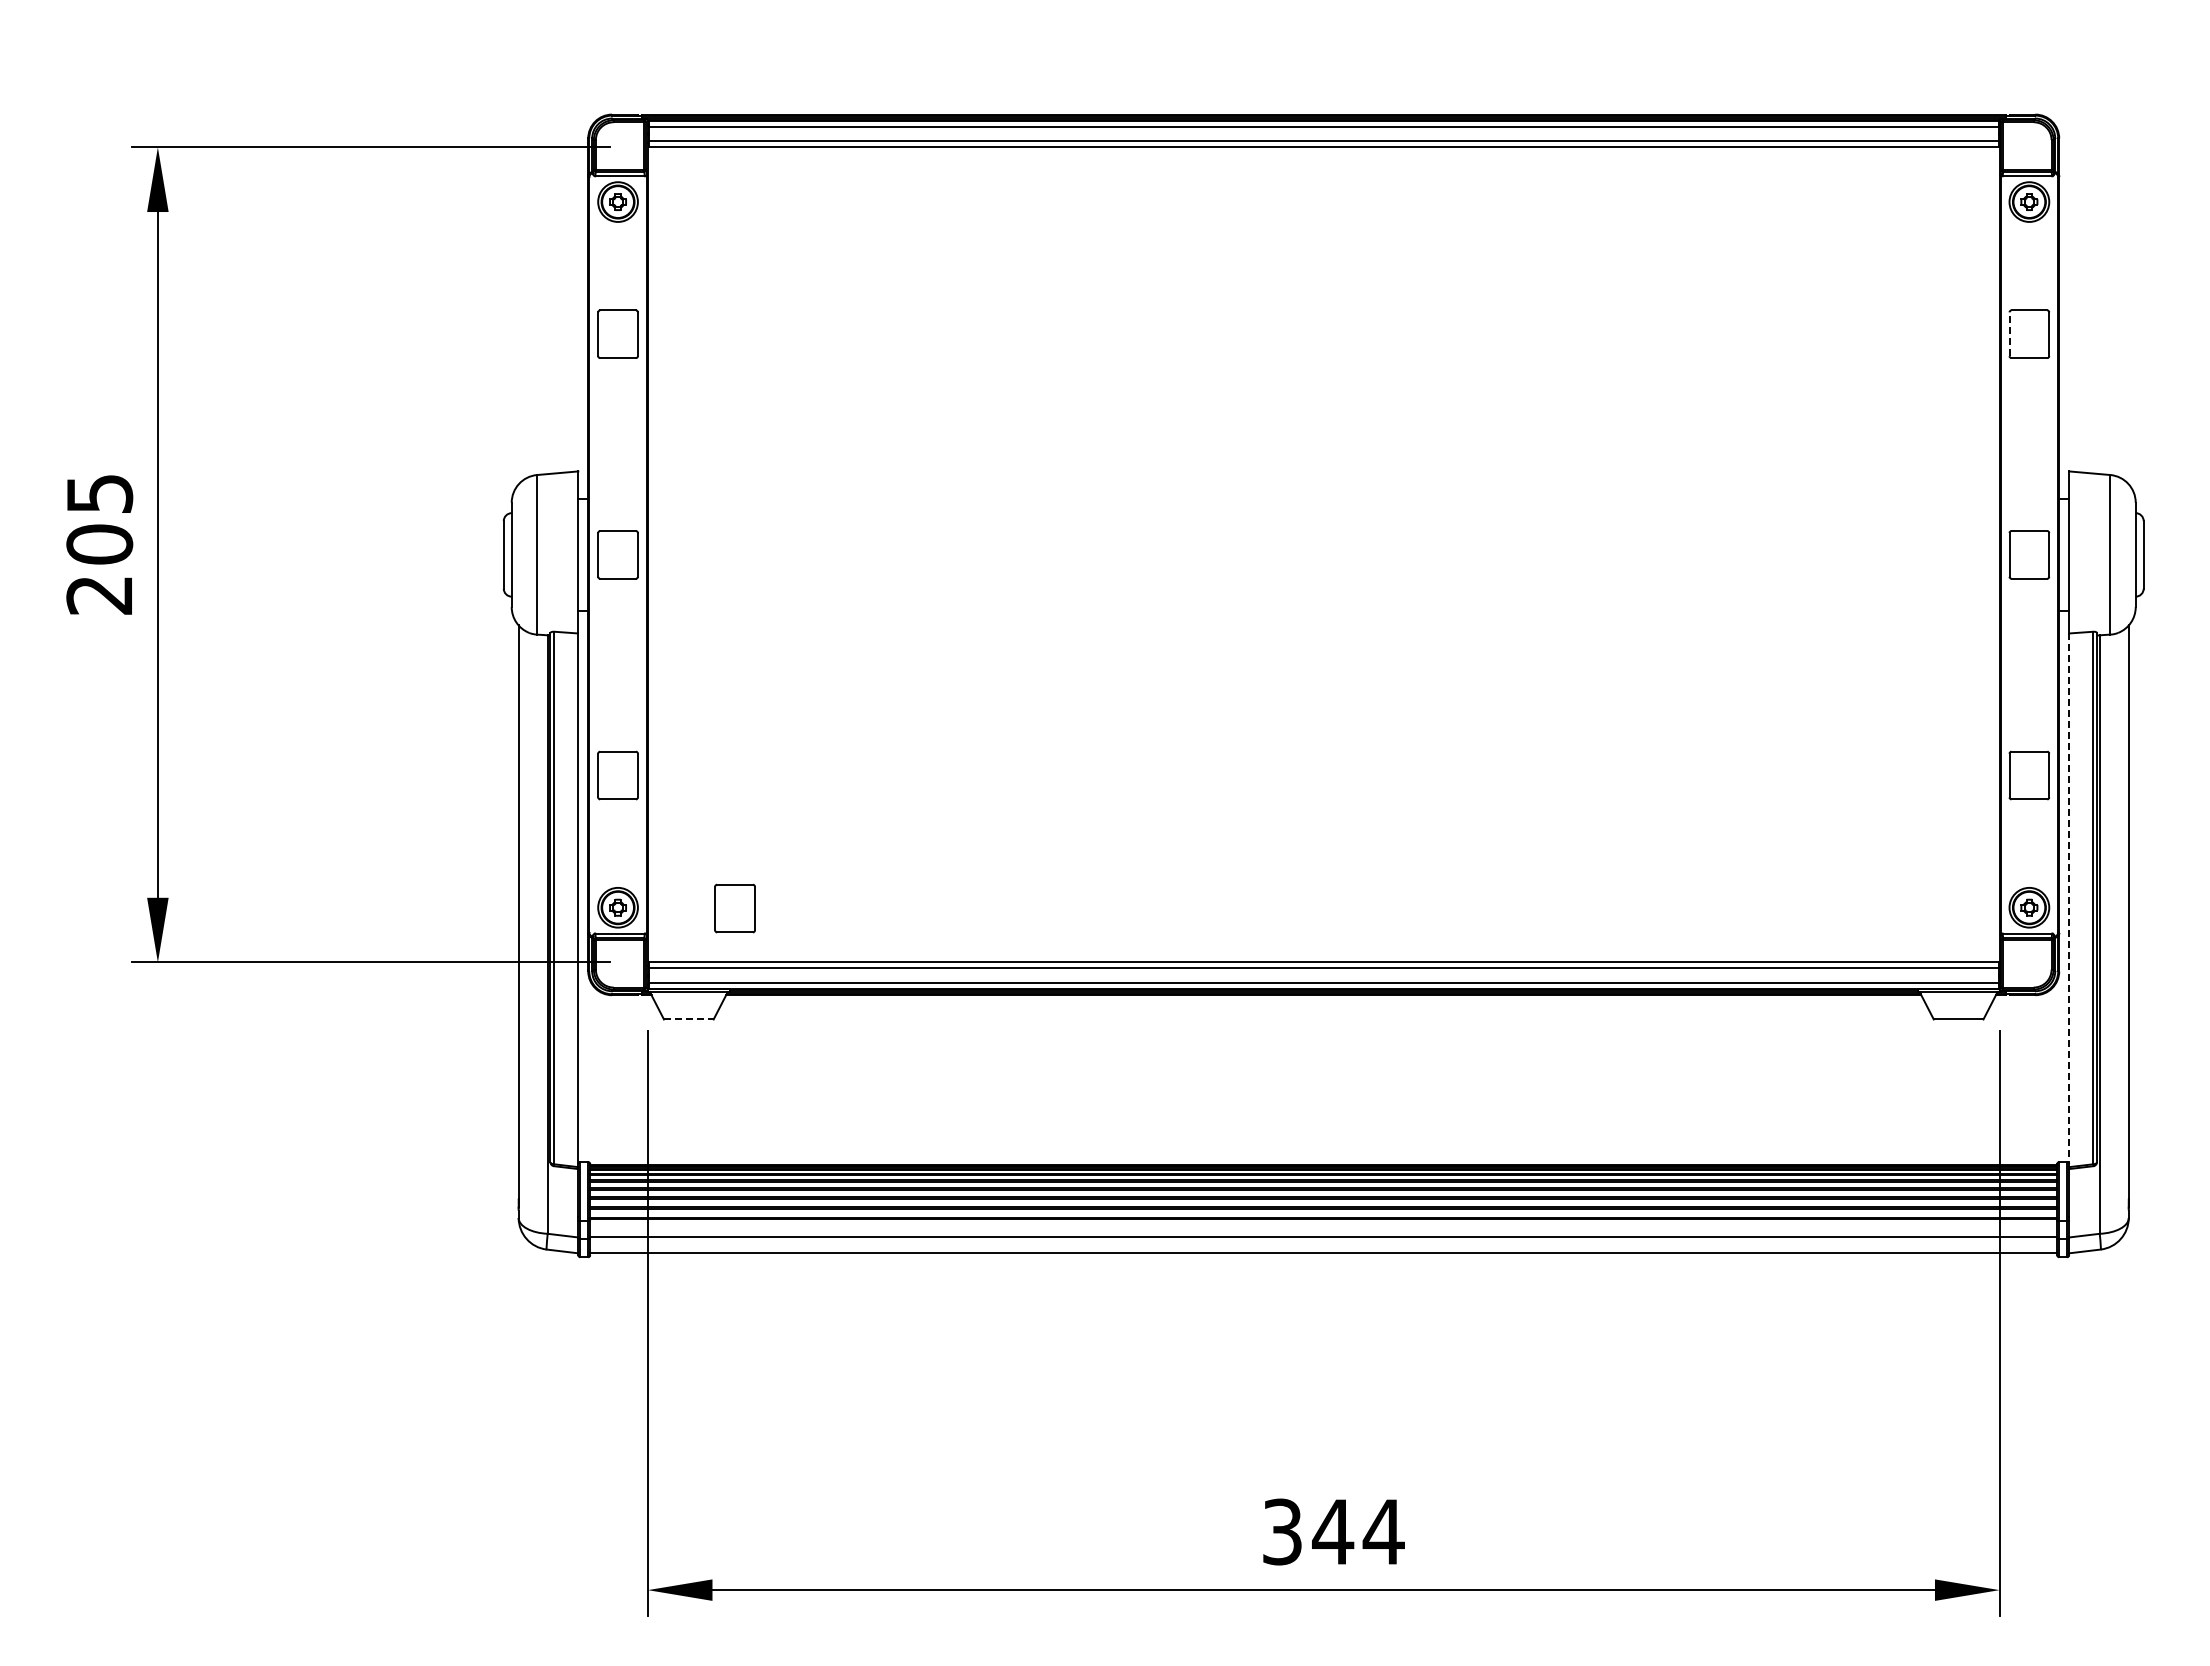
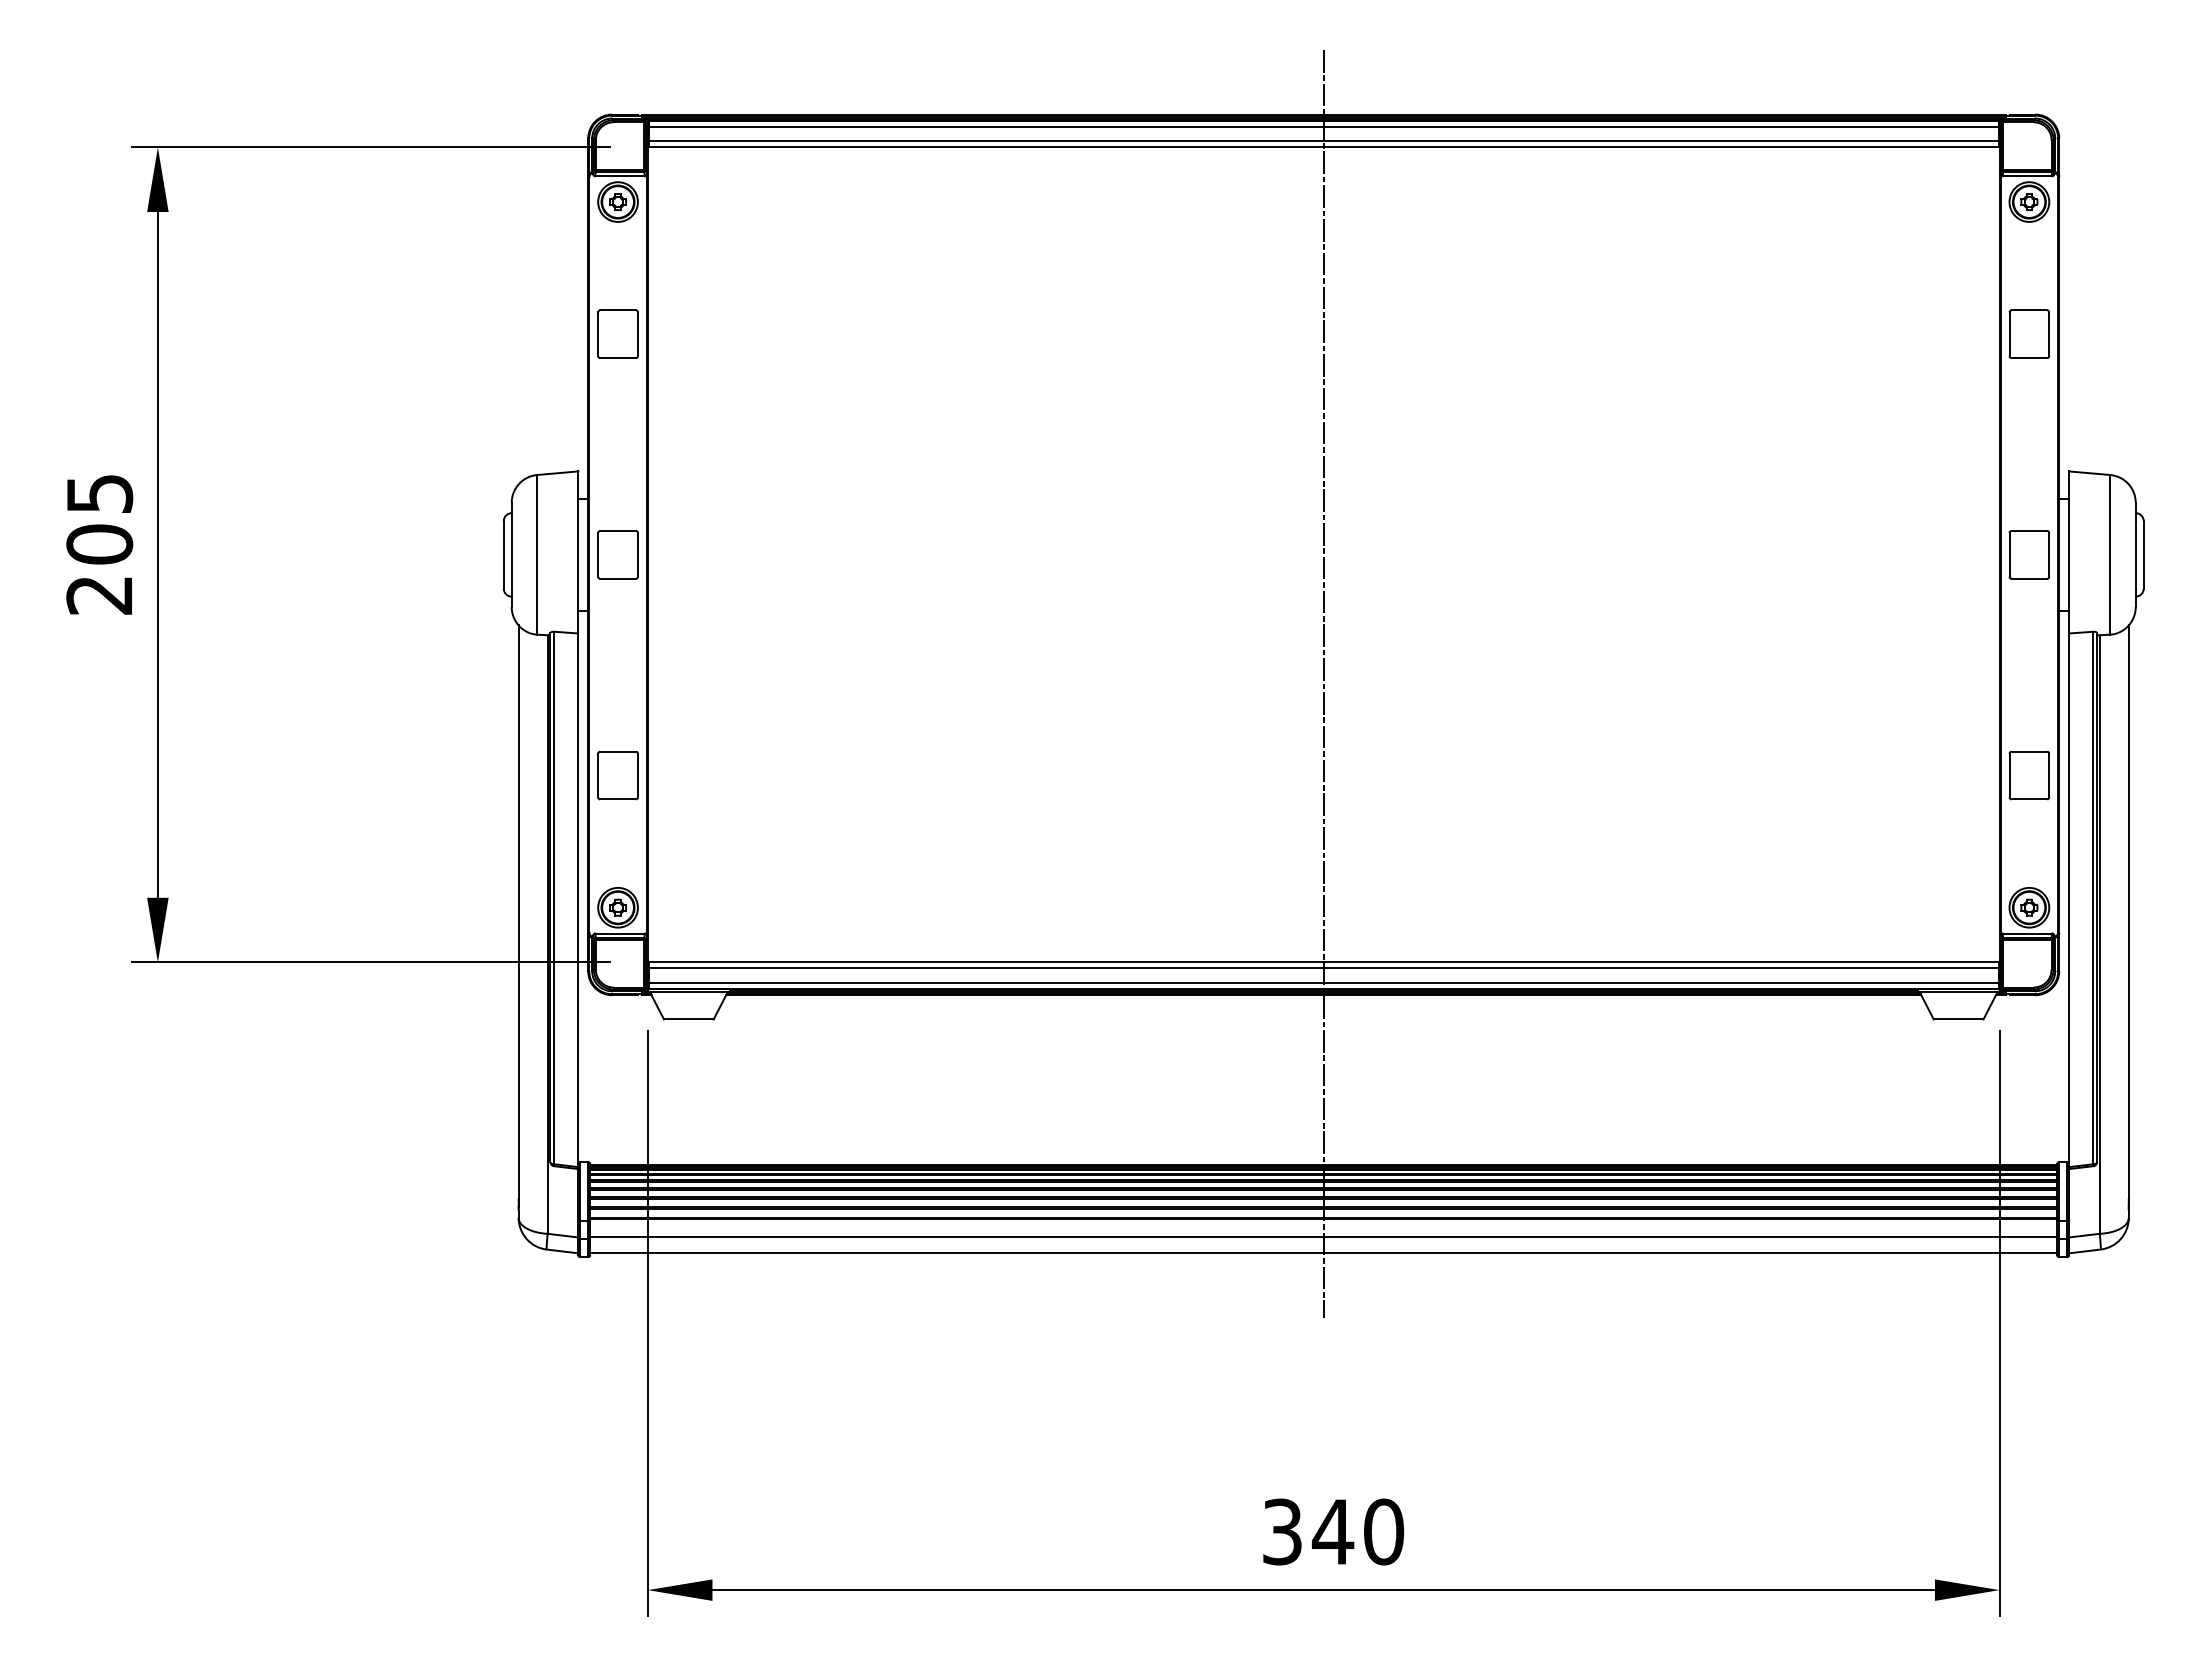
line at (2009, 334): dashed -> solid
line at (1323, 683): none -> present
line at (2069, 900): dashed -> solid
part at (734, 908): present -> none
line at (688, 1019): dashed -> solid
text at (1383, 1531): 344 -> 340
